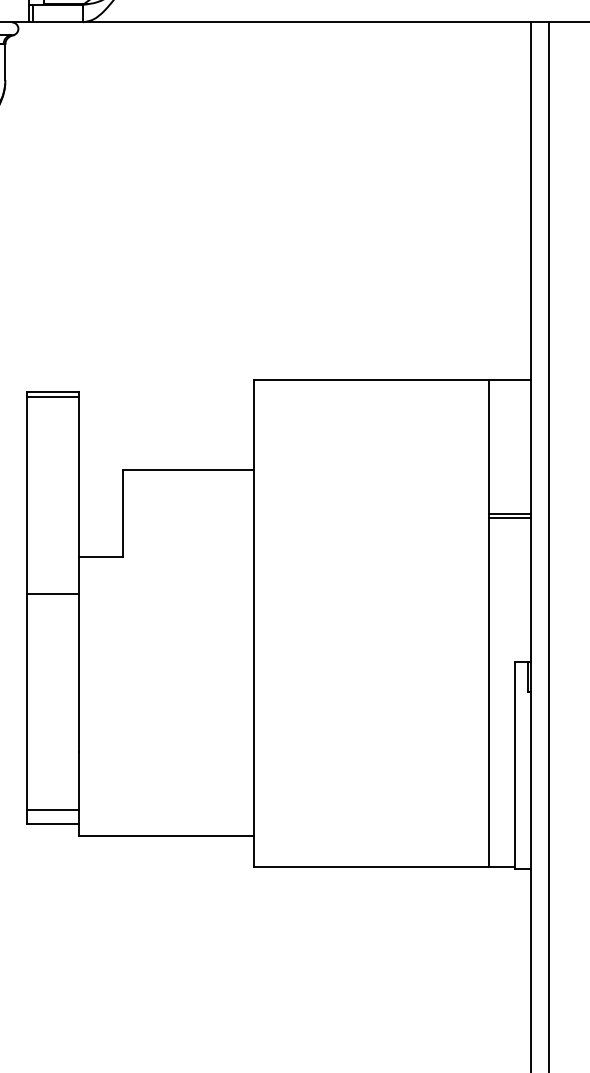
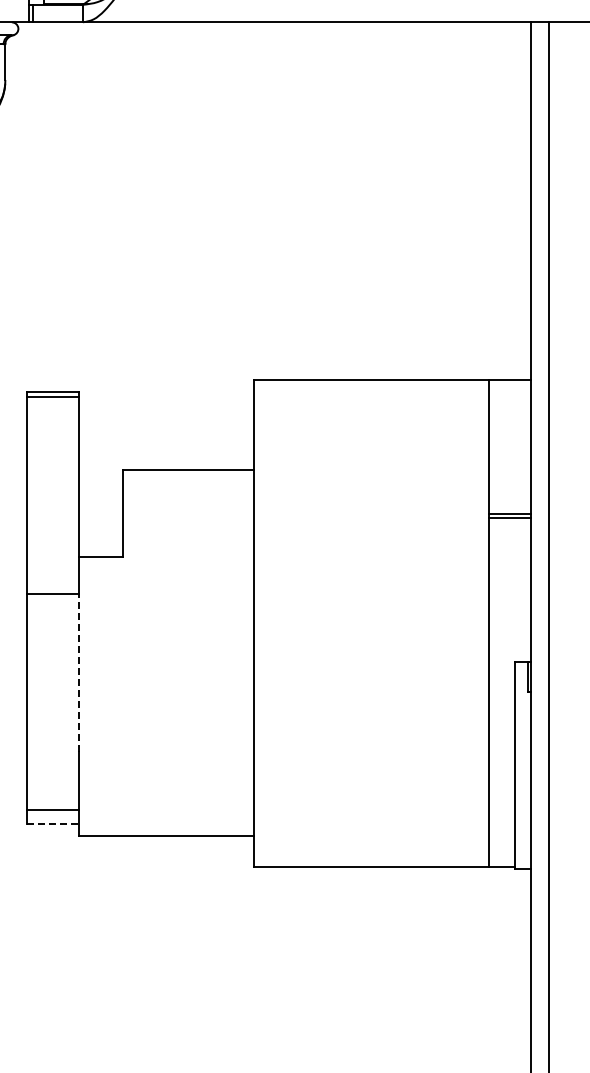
line at (79, 672): solid -> dashed
line at (53, 823): solid -> dashed
